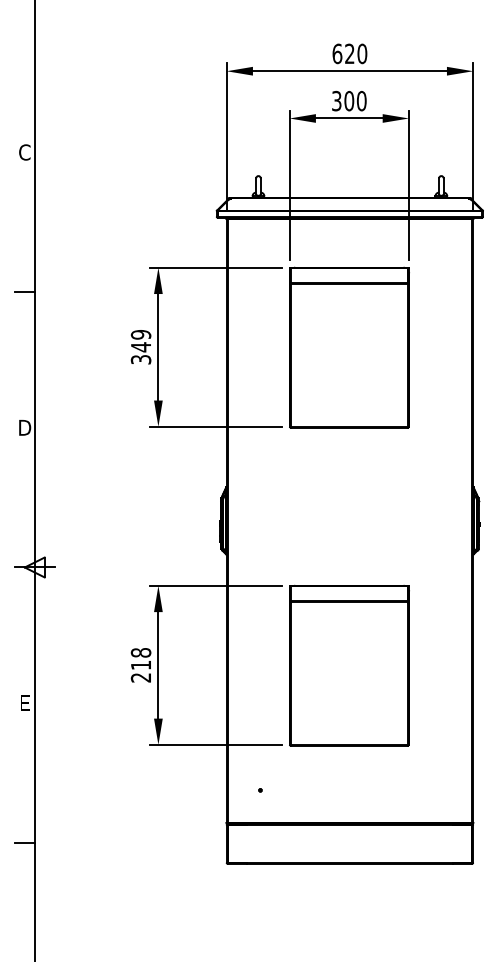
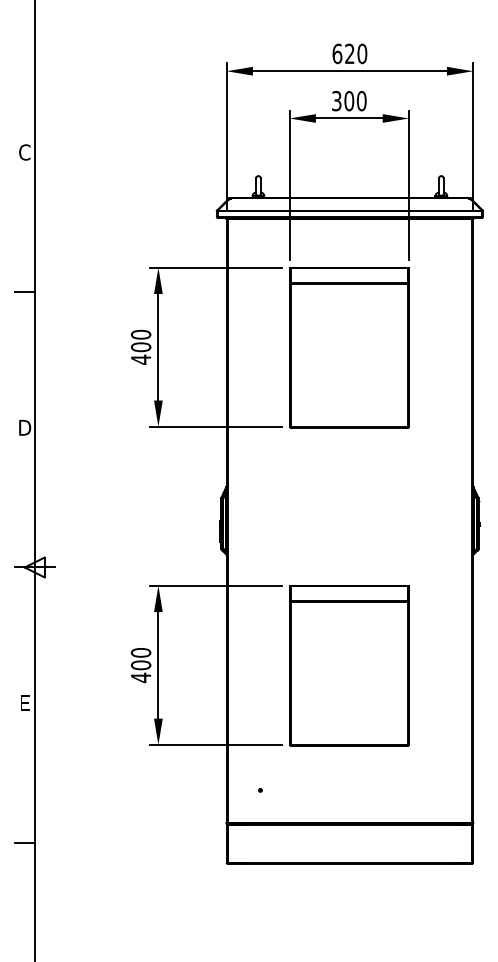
text at (140, 347): 349 -> 400
text at (140, 665): 218 -> 400
